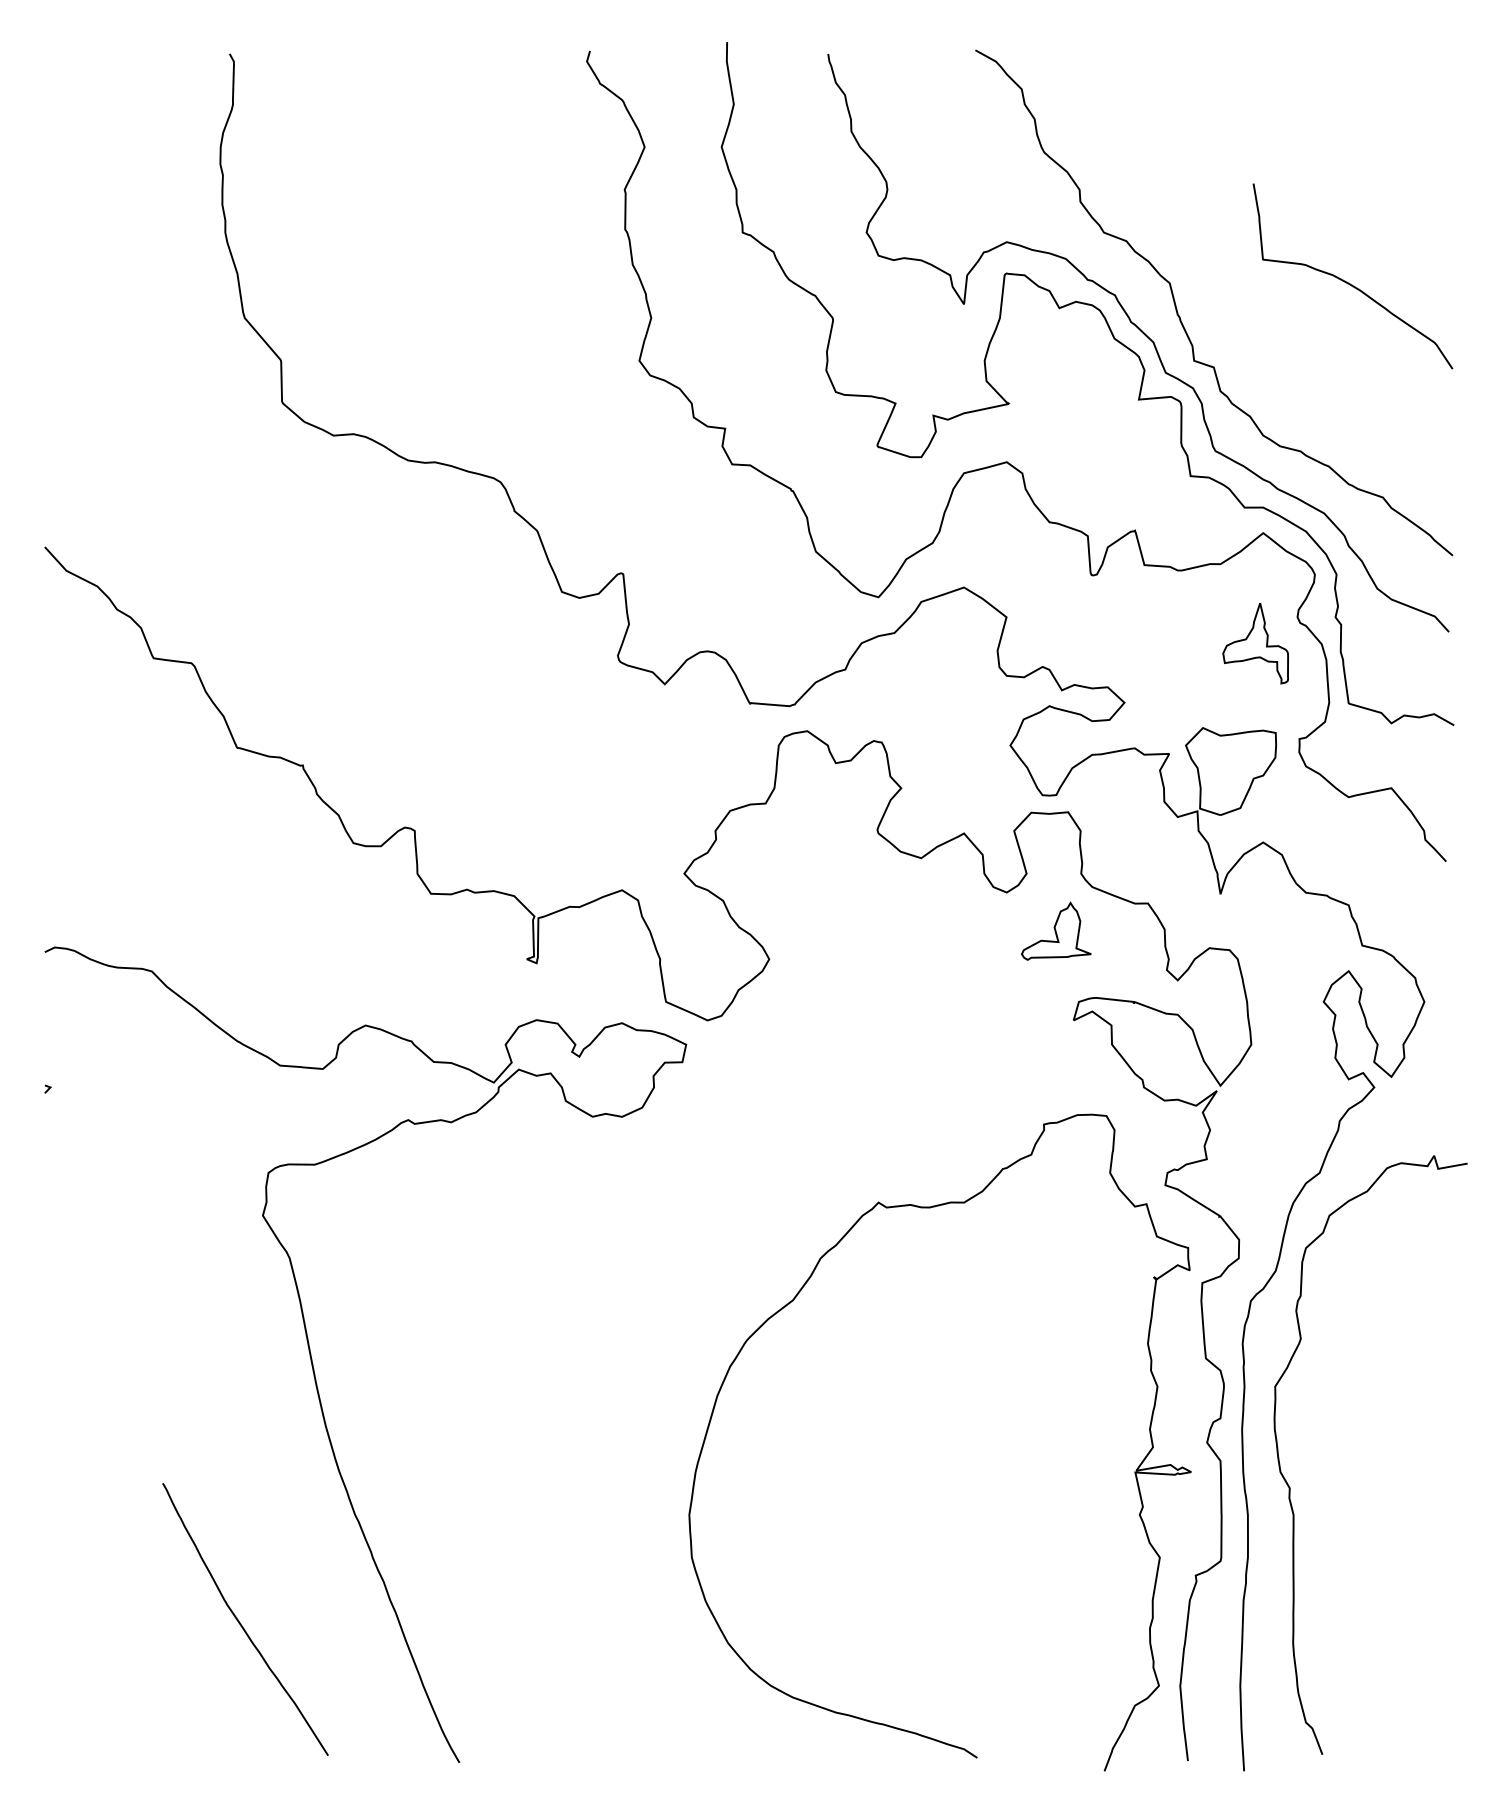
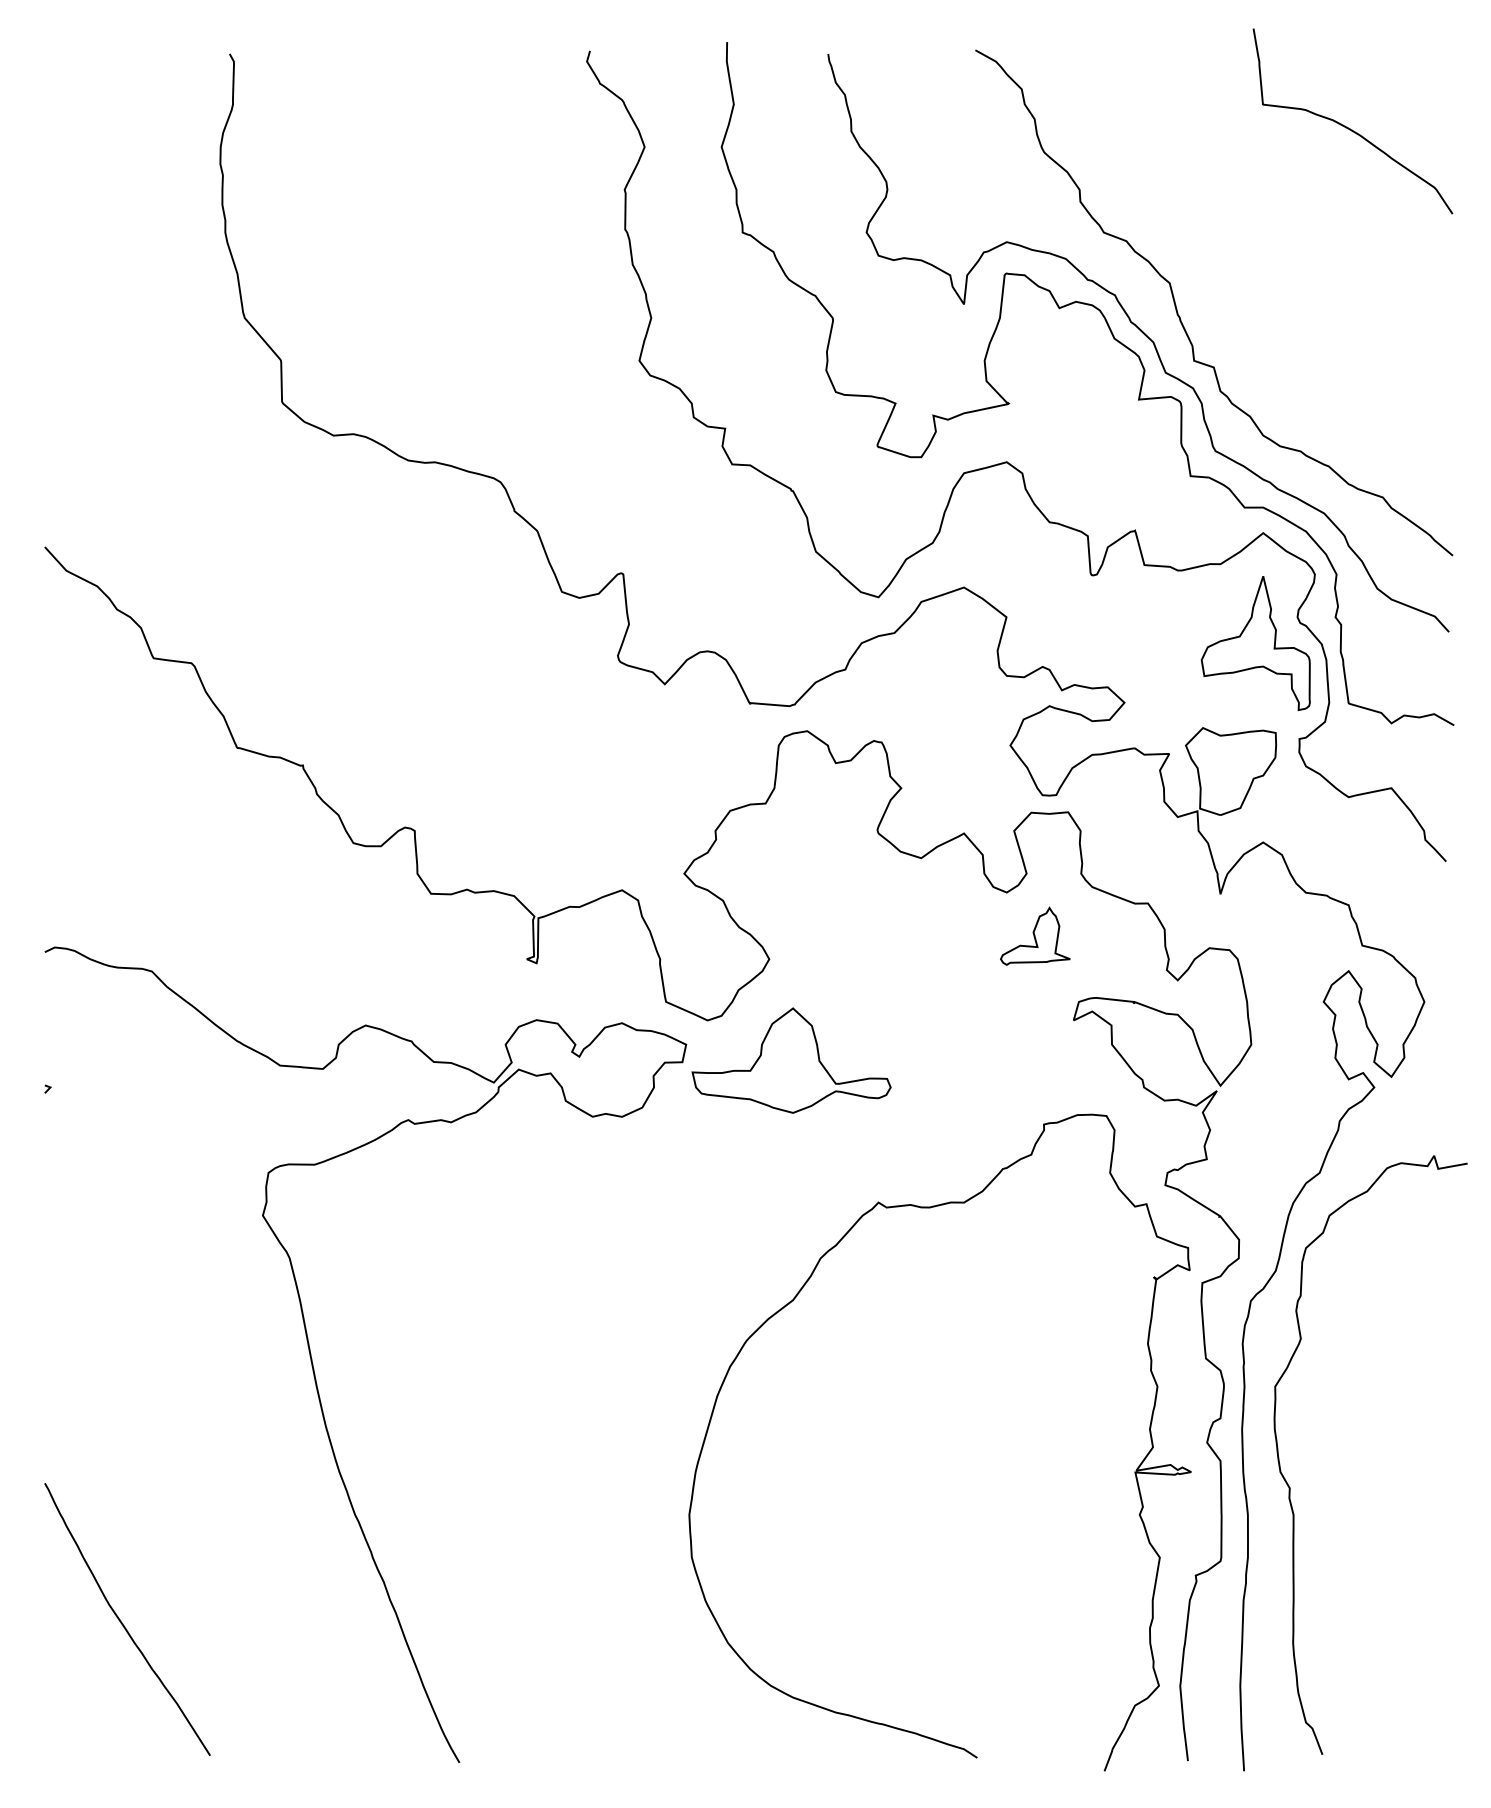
curve at (1348, 282) position: (1348, 282) -> (1348, 127)
part at (1255, 643) size: 67x82 px -> 111x135 px
part at (1056, 930) position: (1056, 930) -> (1035, 935)
part at (791, 1060): none -> present
curve at (241, 1623) position: (241, 1623) -> (123, 1623)
